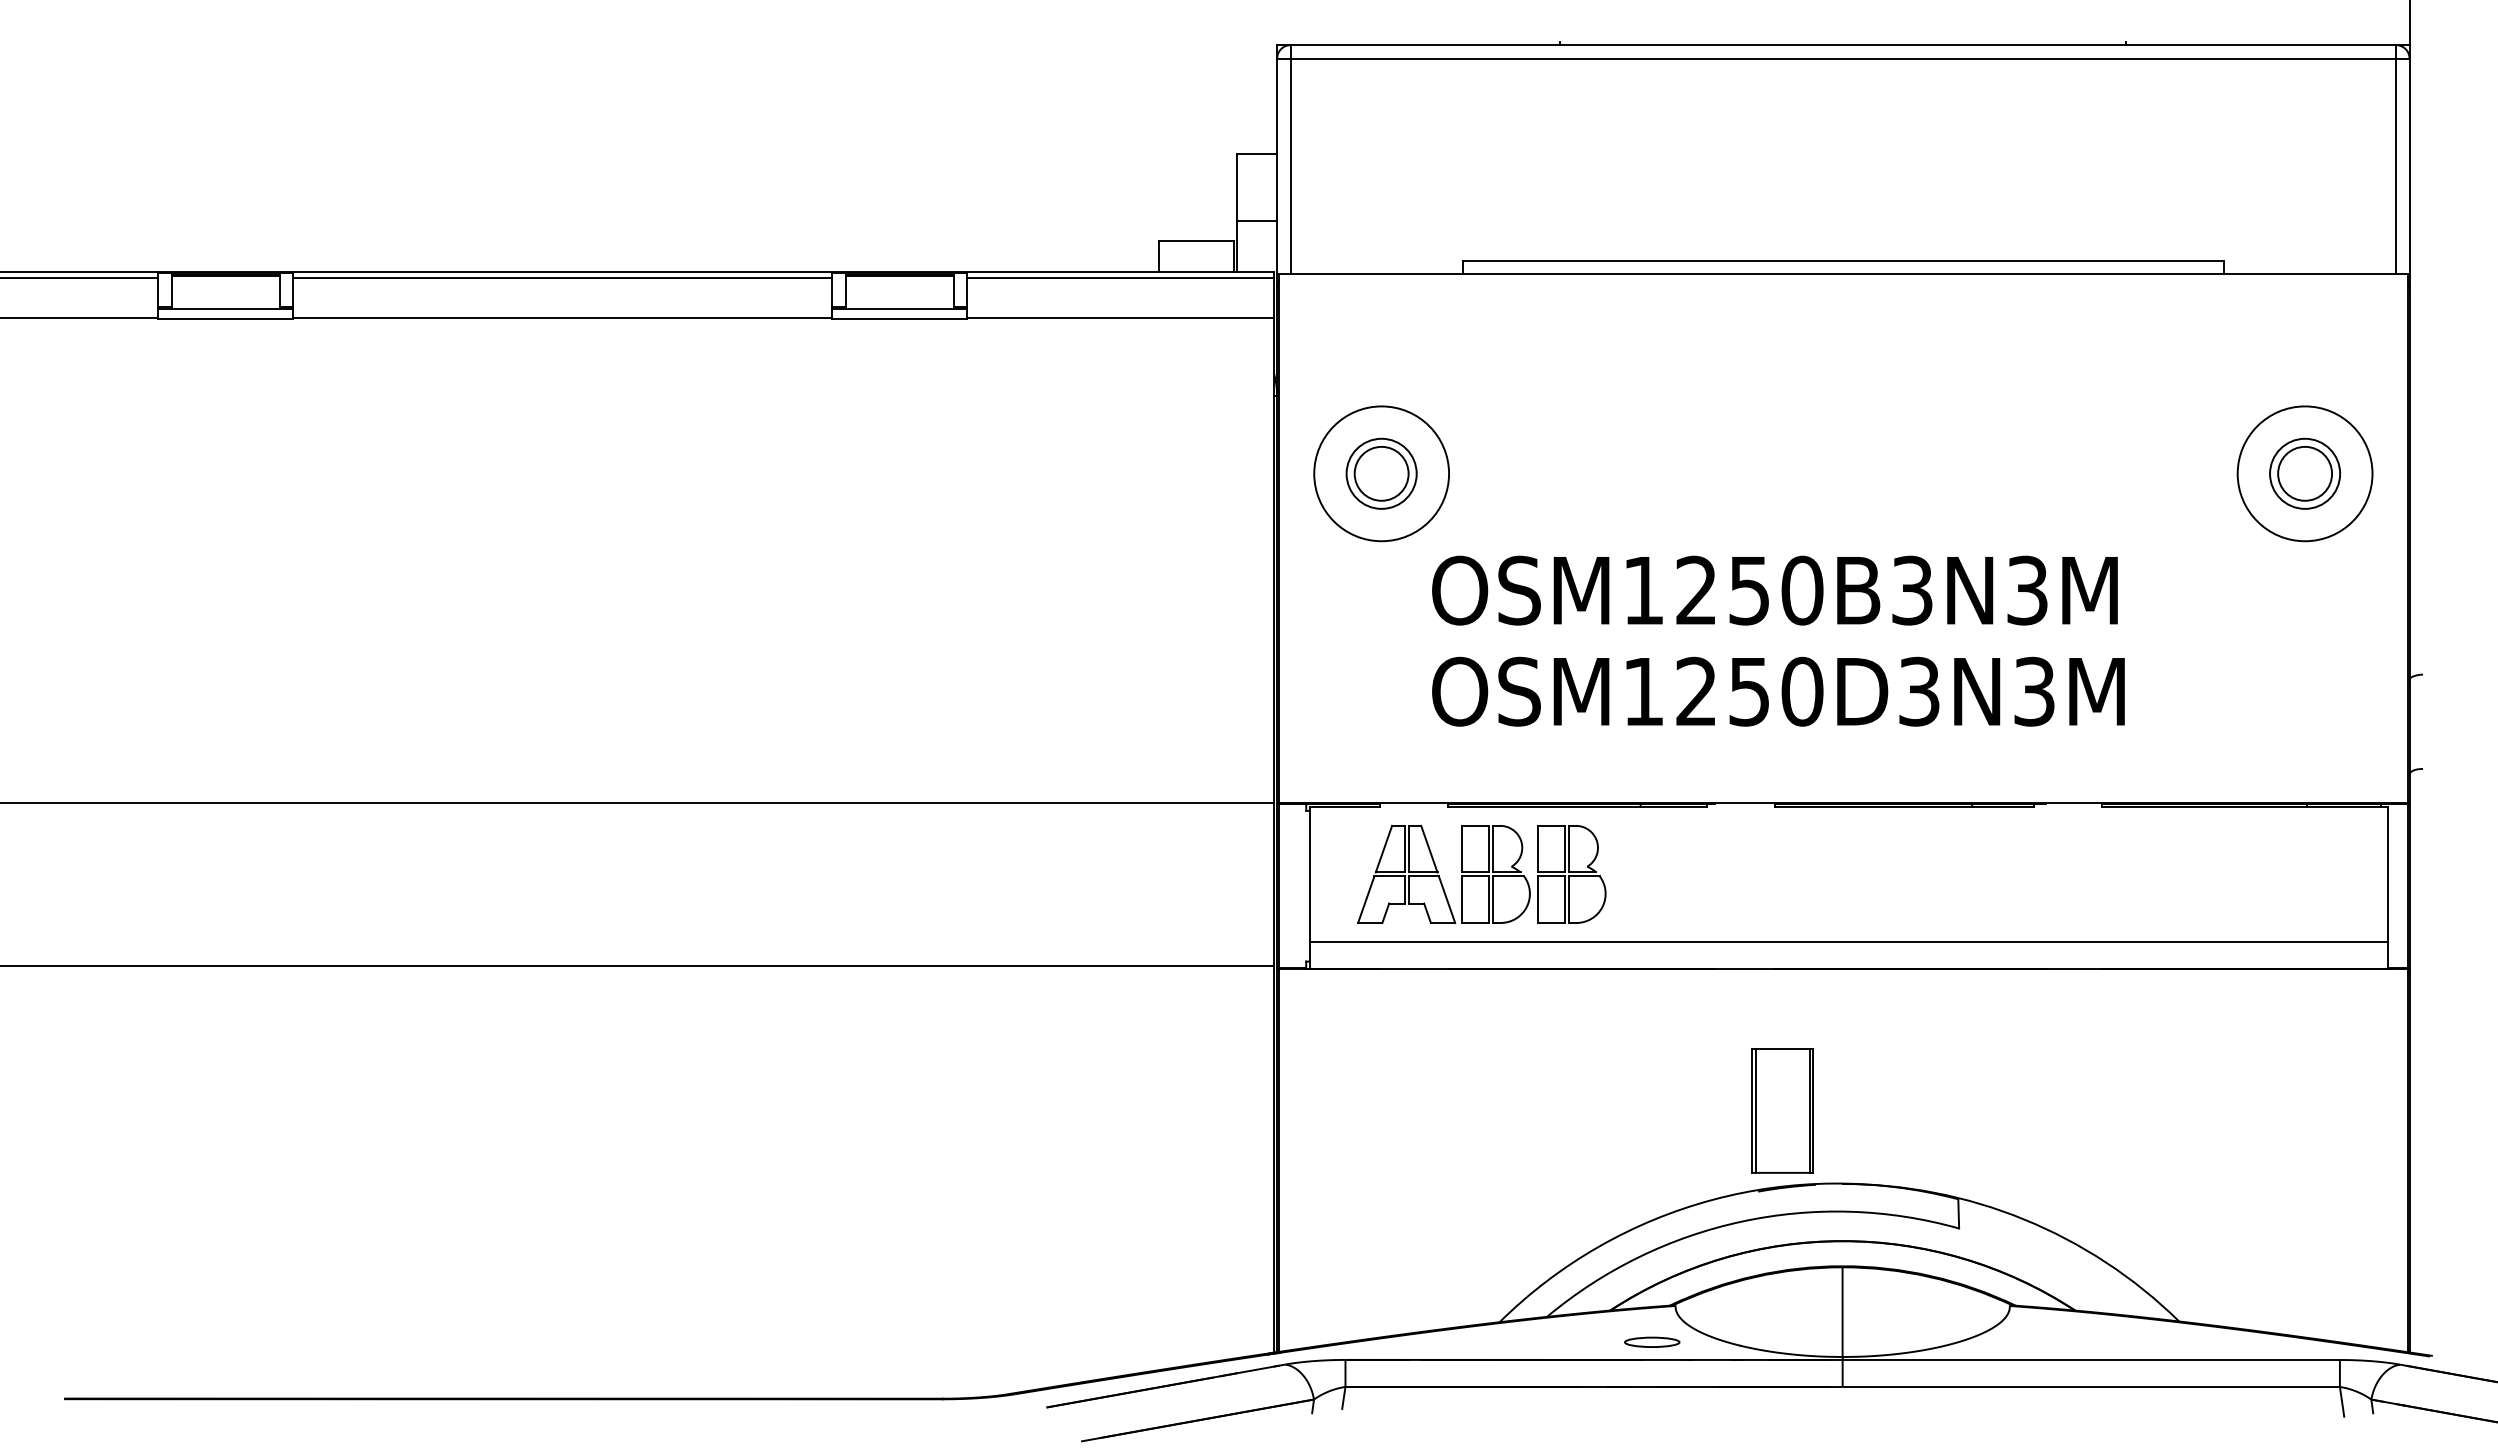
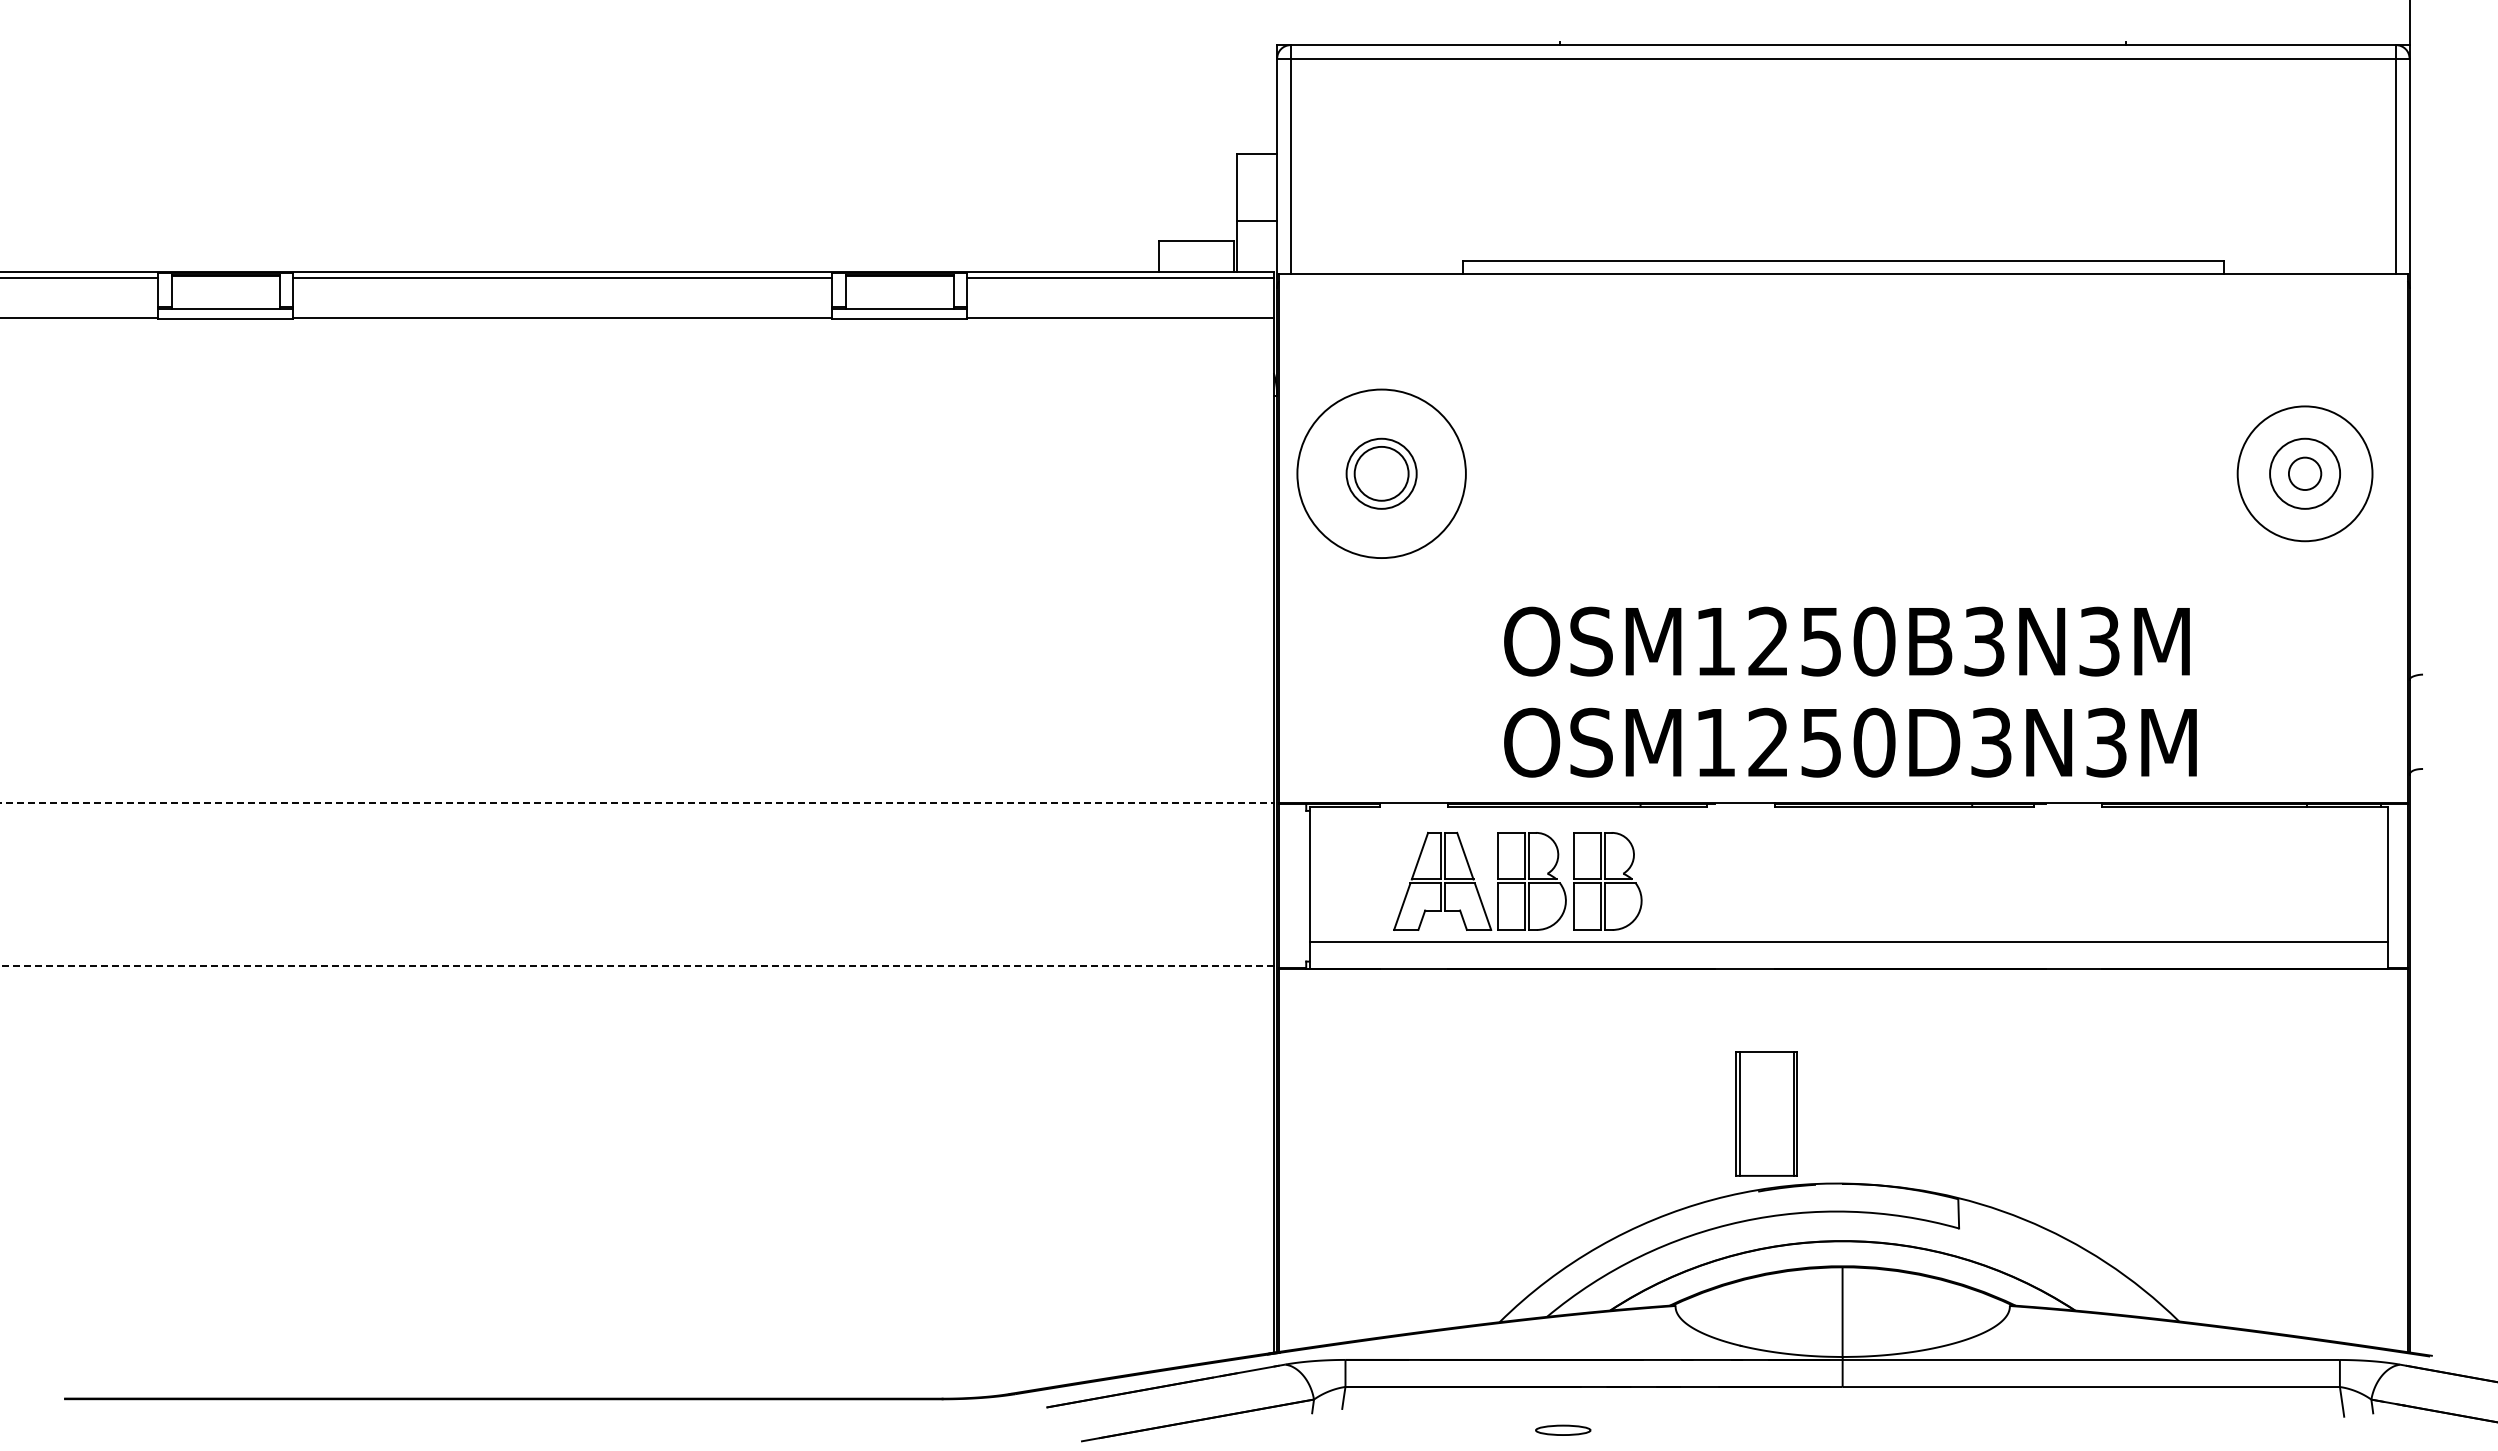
circle at (1381, 473) diameter: 135 px -> 169 px
circle at (2305, 473) diameter: 54 px -> 32 px
text at (1778, 640) position: (1778, 640) -> (1850, 691)
line at (637, 802): solid -> dashed
part at (1481, 873) position: (1481, 873) -> (1517, 880)
line at (637, 966): solid -> dashed
part at (1782, 1110) position: (1782, 1110) -> (1766, 1113)
part at (1652, 1341) position: (1652, 1341) -> (1563, 1429)
